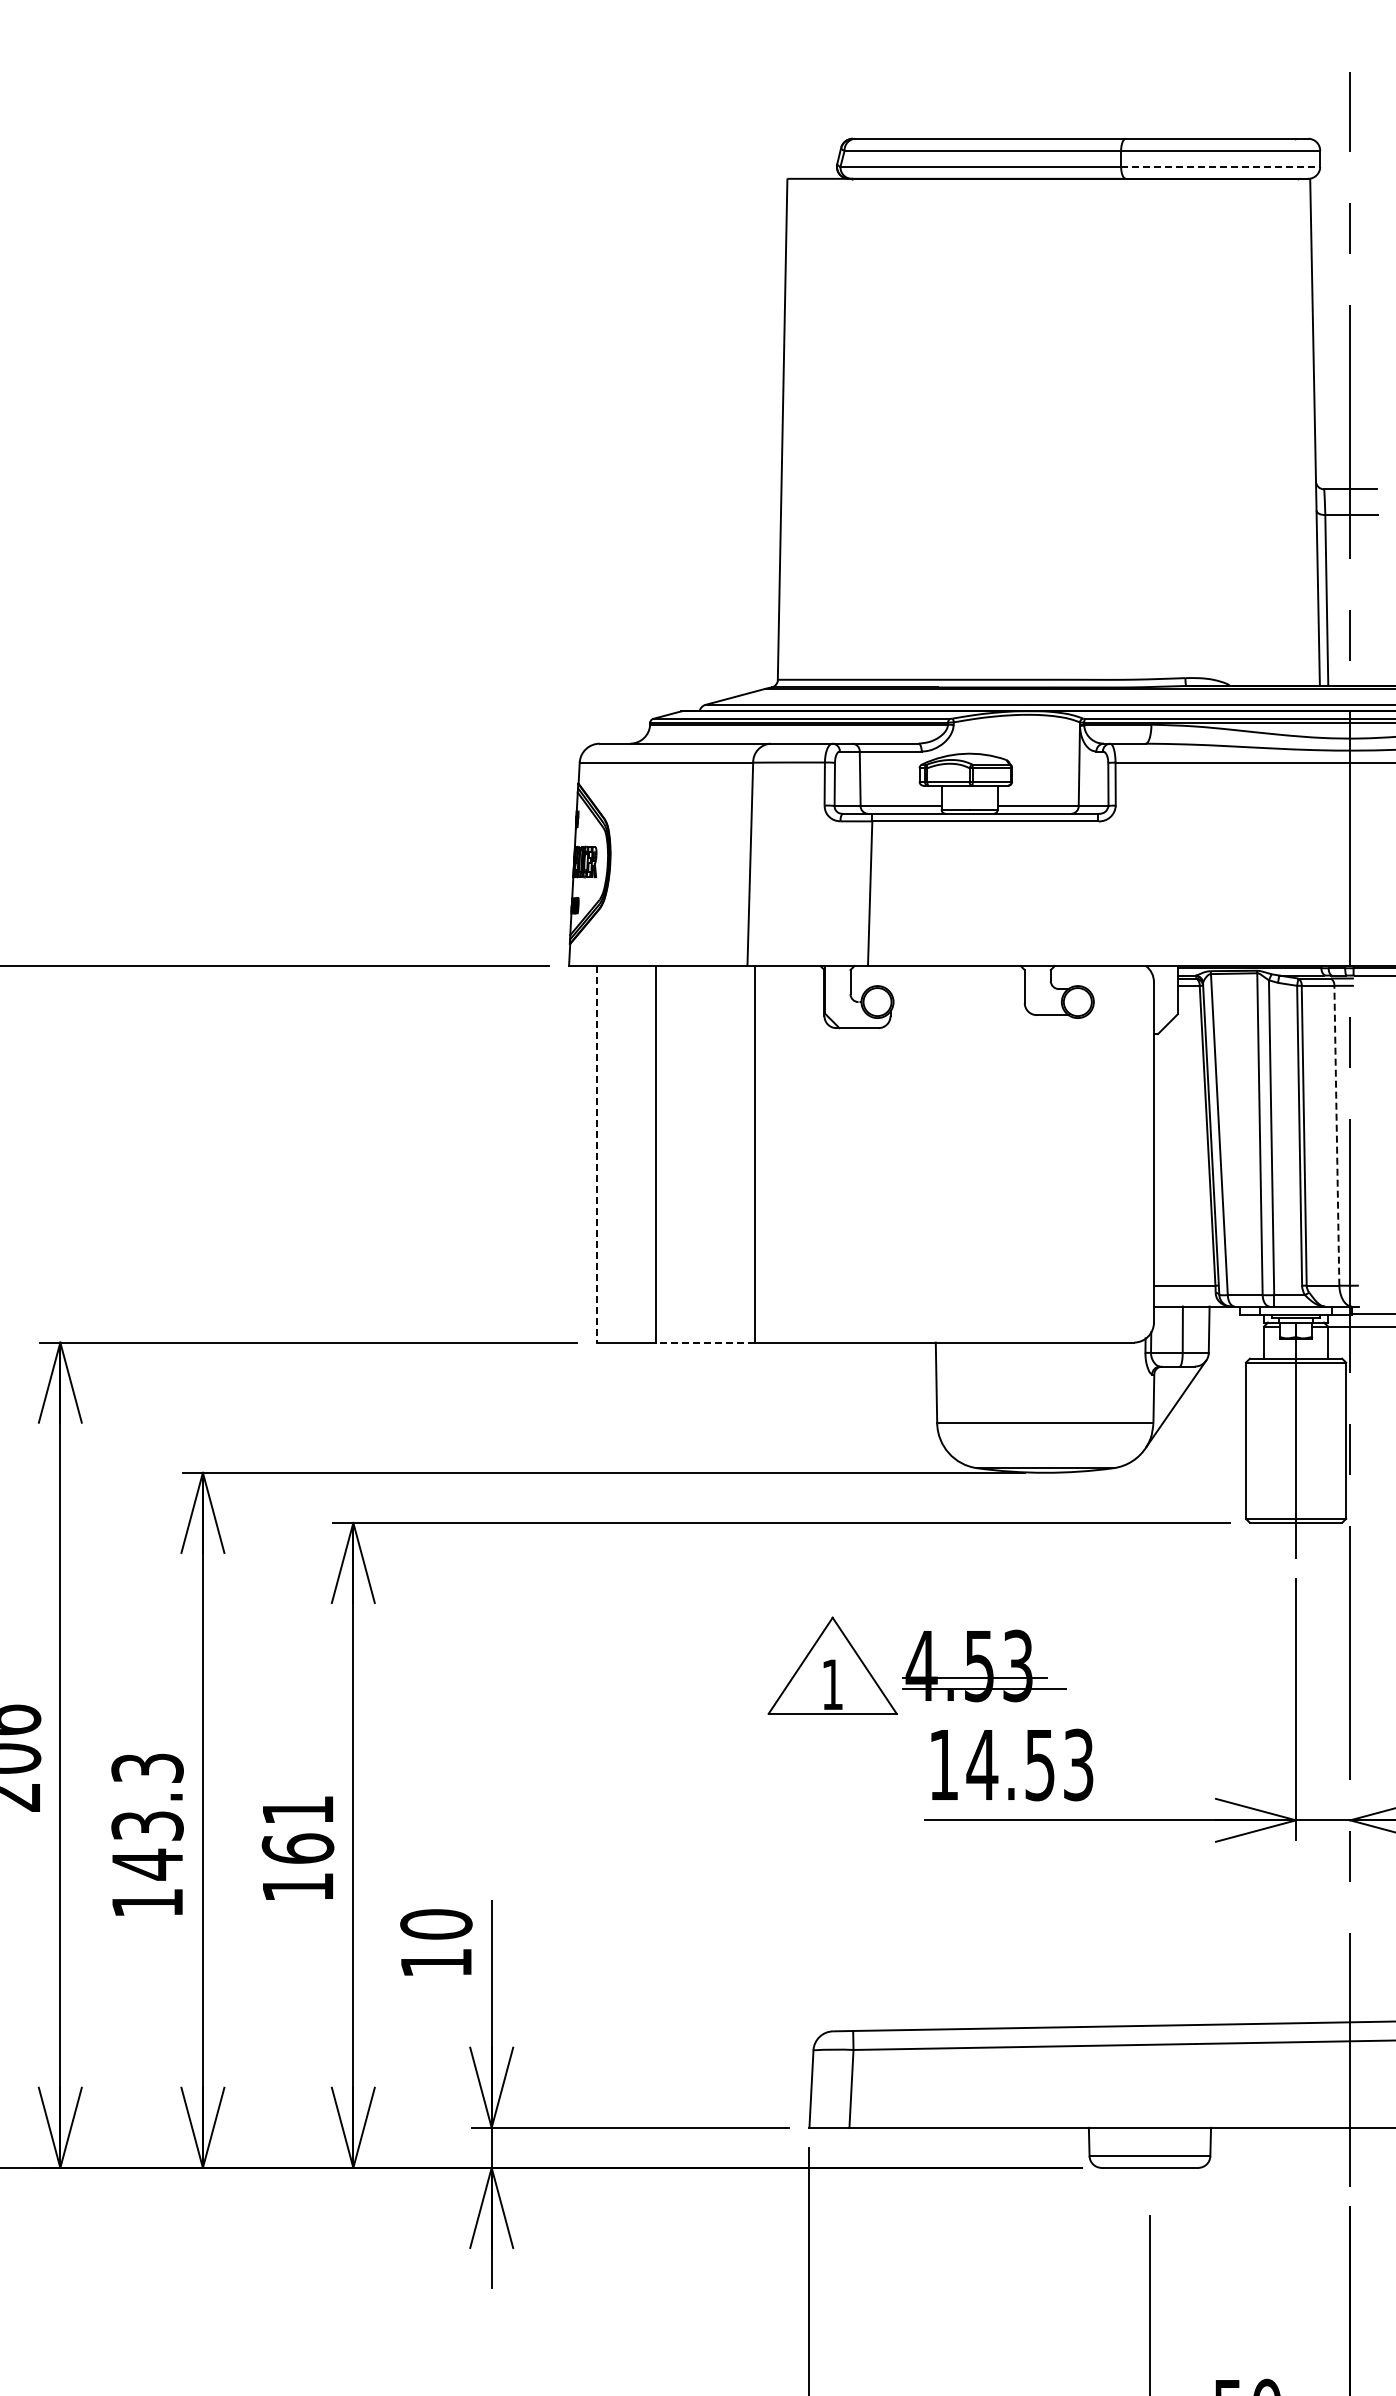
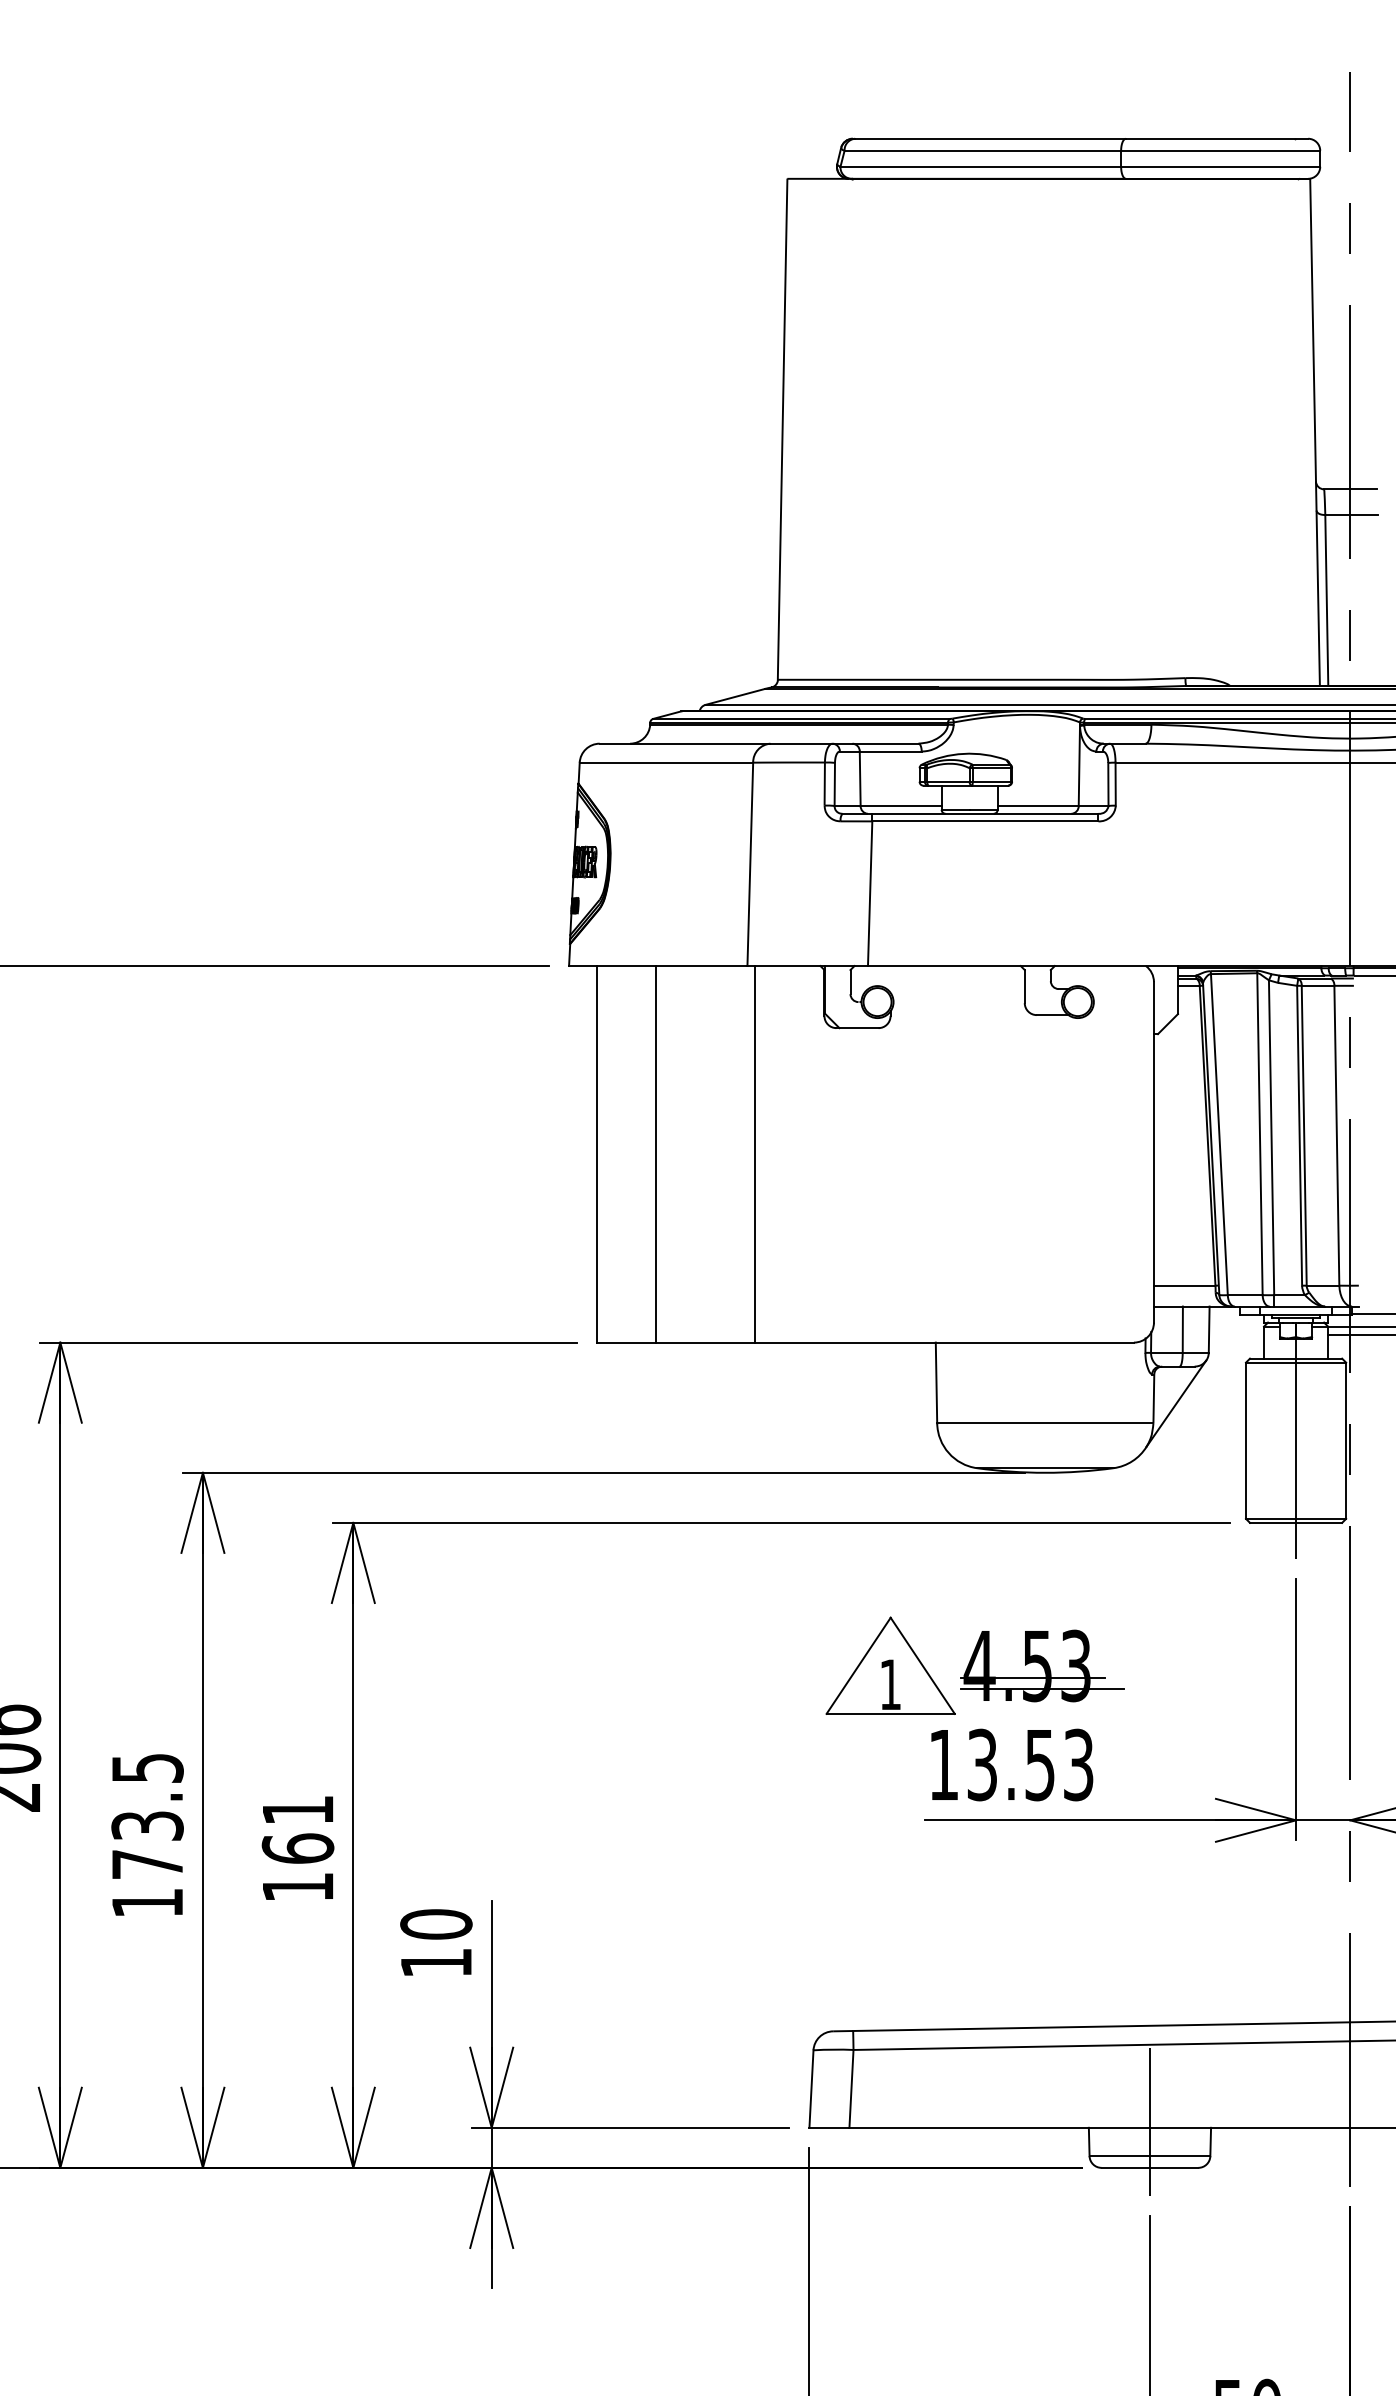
line at (1220, 166): dashed -> solid
line at (1336, 1135): dashed -> solid
line at (597, 1154): dashed -> solid
line at (1360, 1334): none -> present
line at (705, 1342): dashed -> solid
part at (916, 1665) position: (916, 1665) -> (974, 1665)
text at (982, 1764): 14.53 -> 13.53
text at (147, 1816): 143.3 -> 173.5
line at (1149, 2121): none -> present
